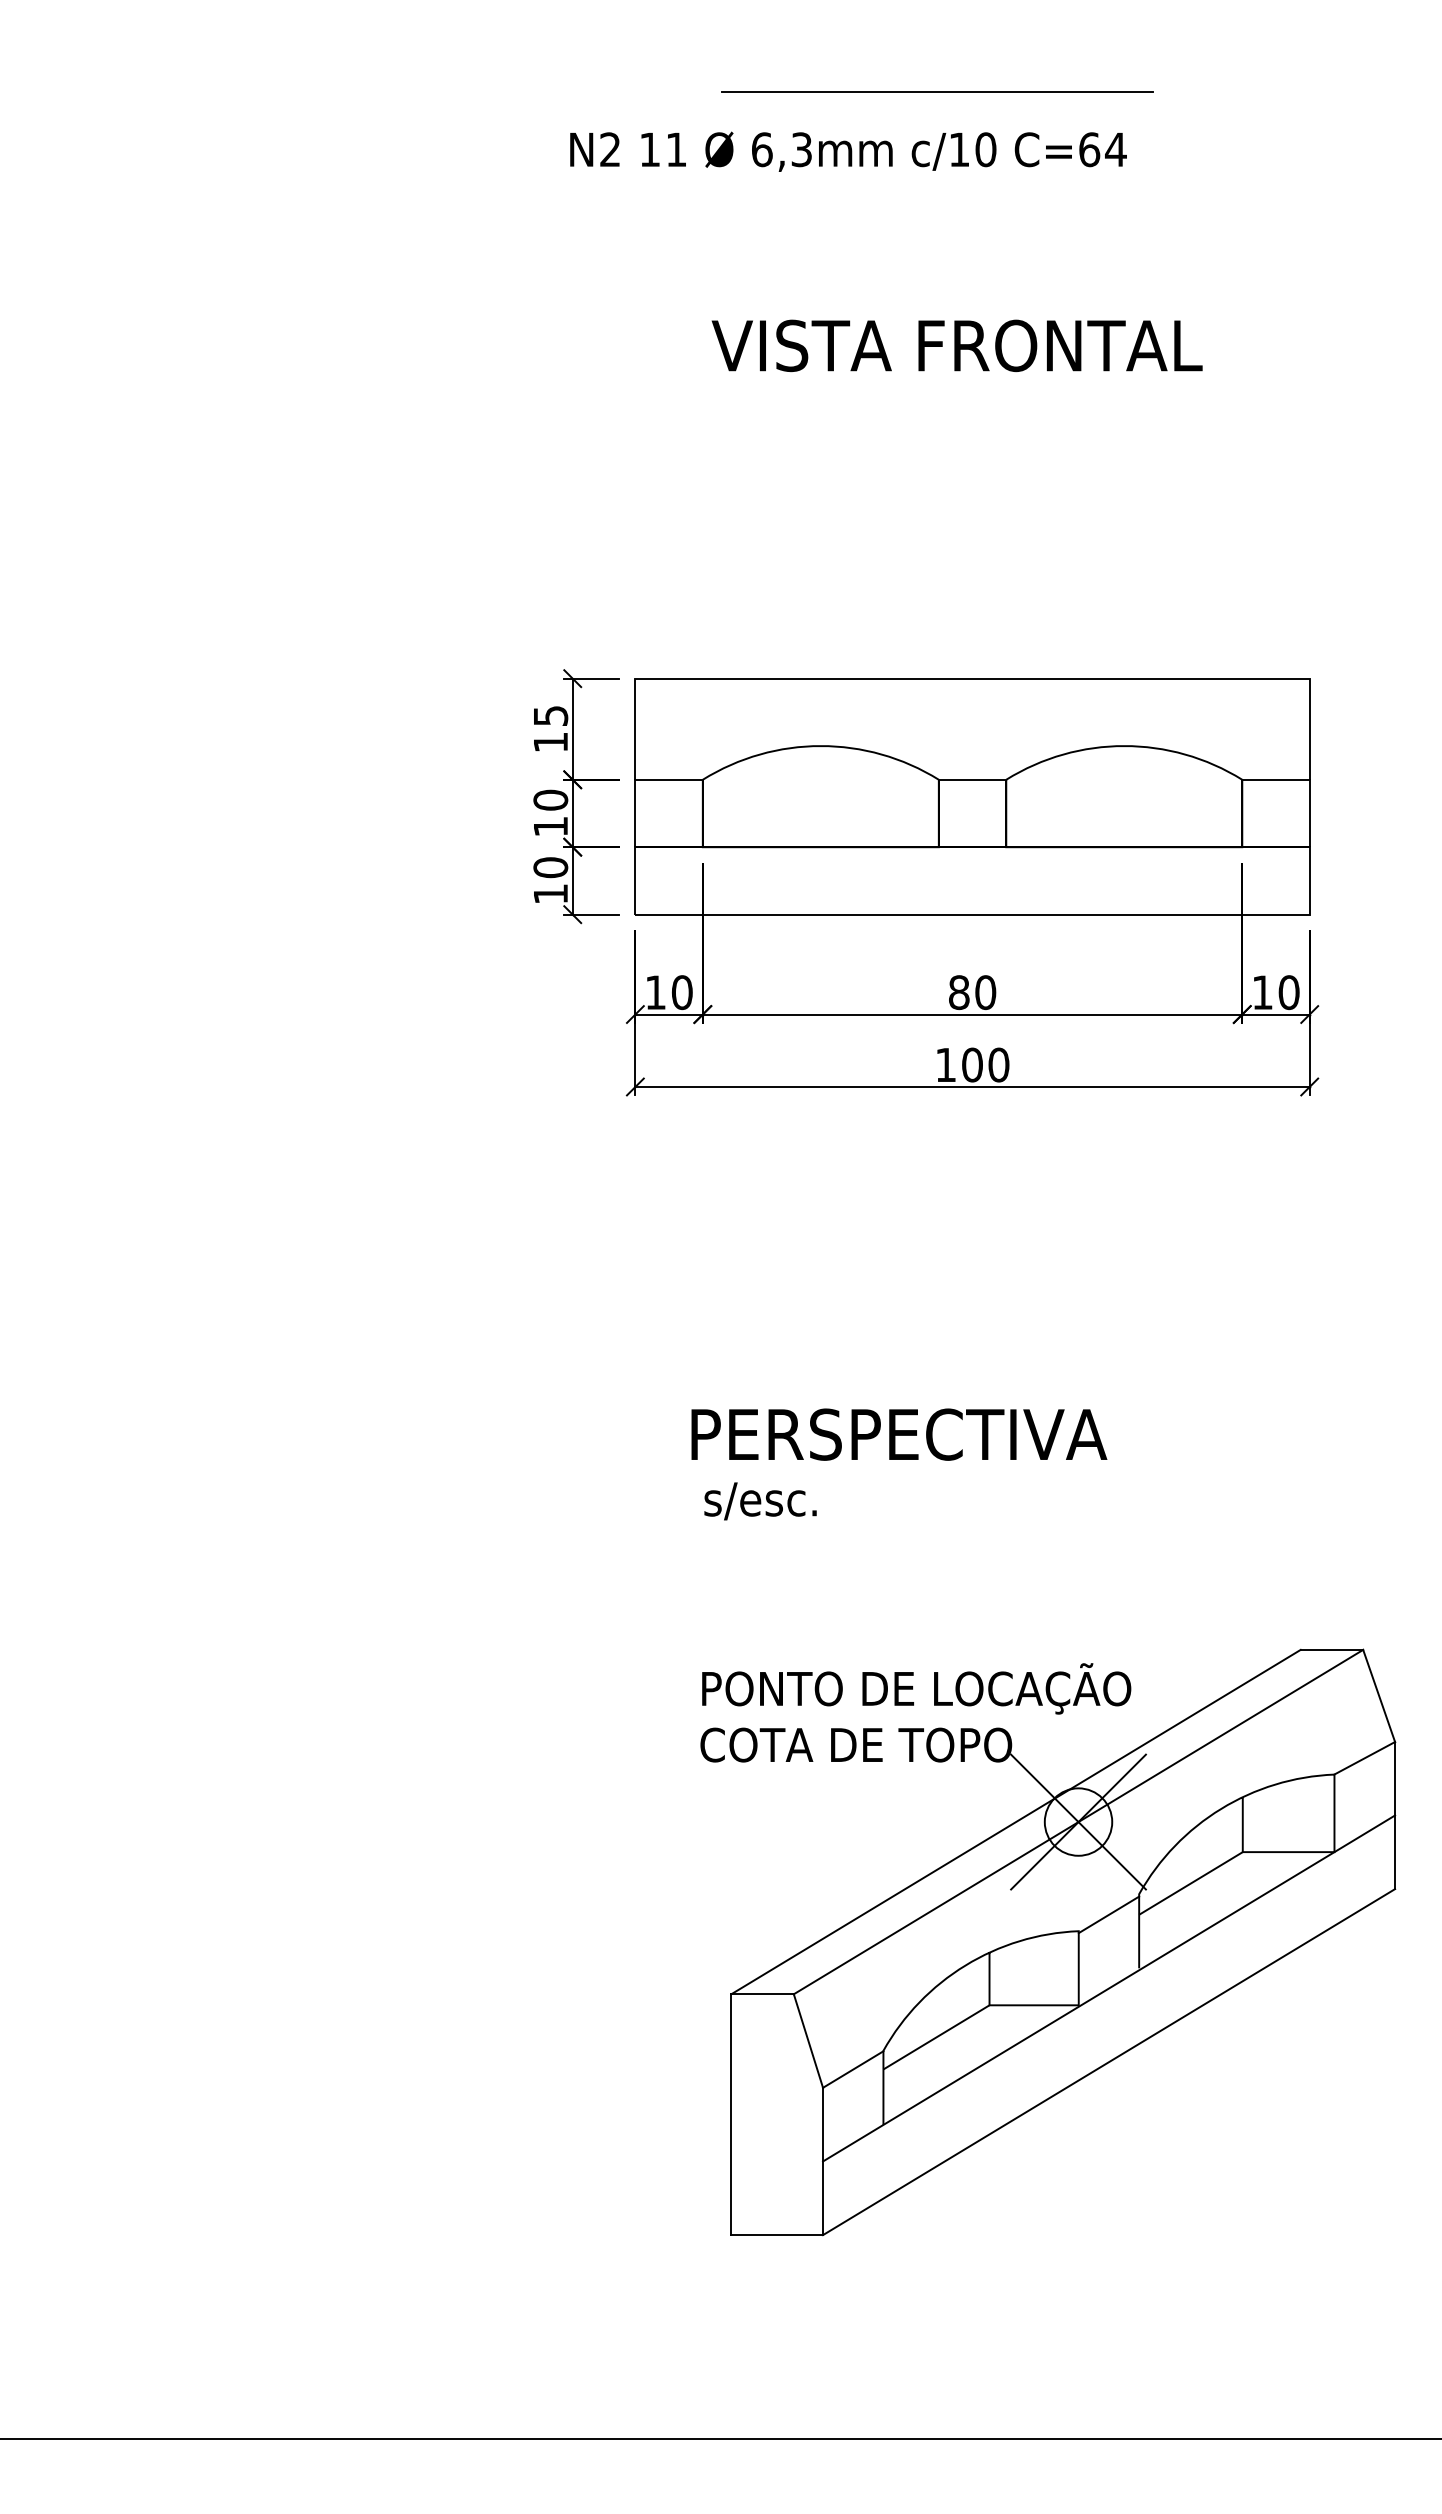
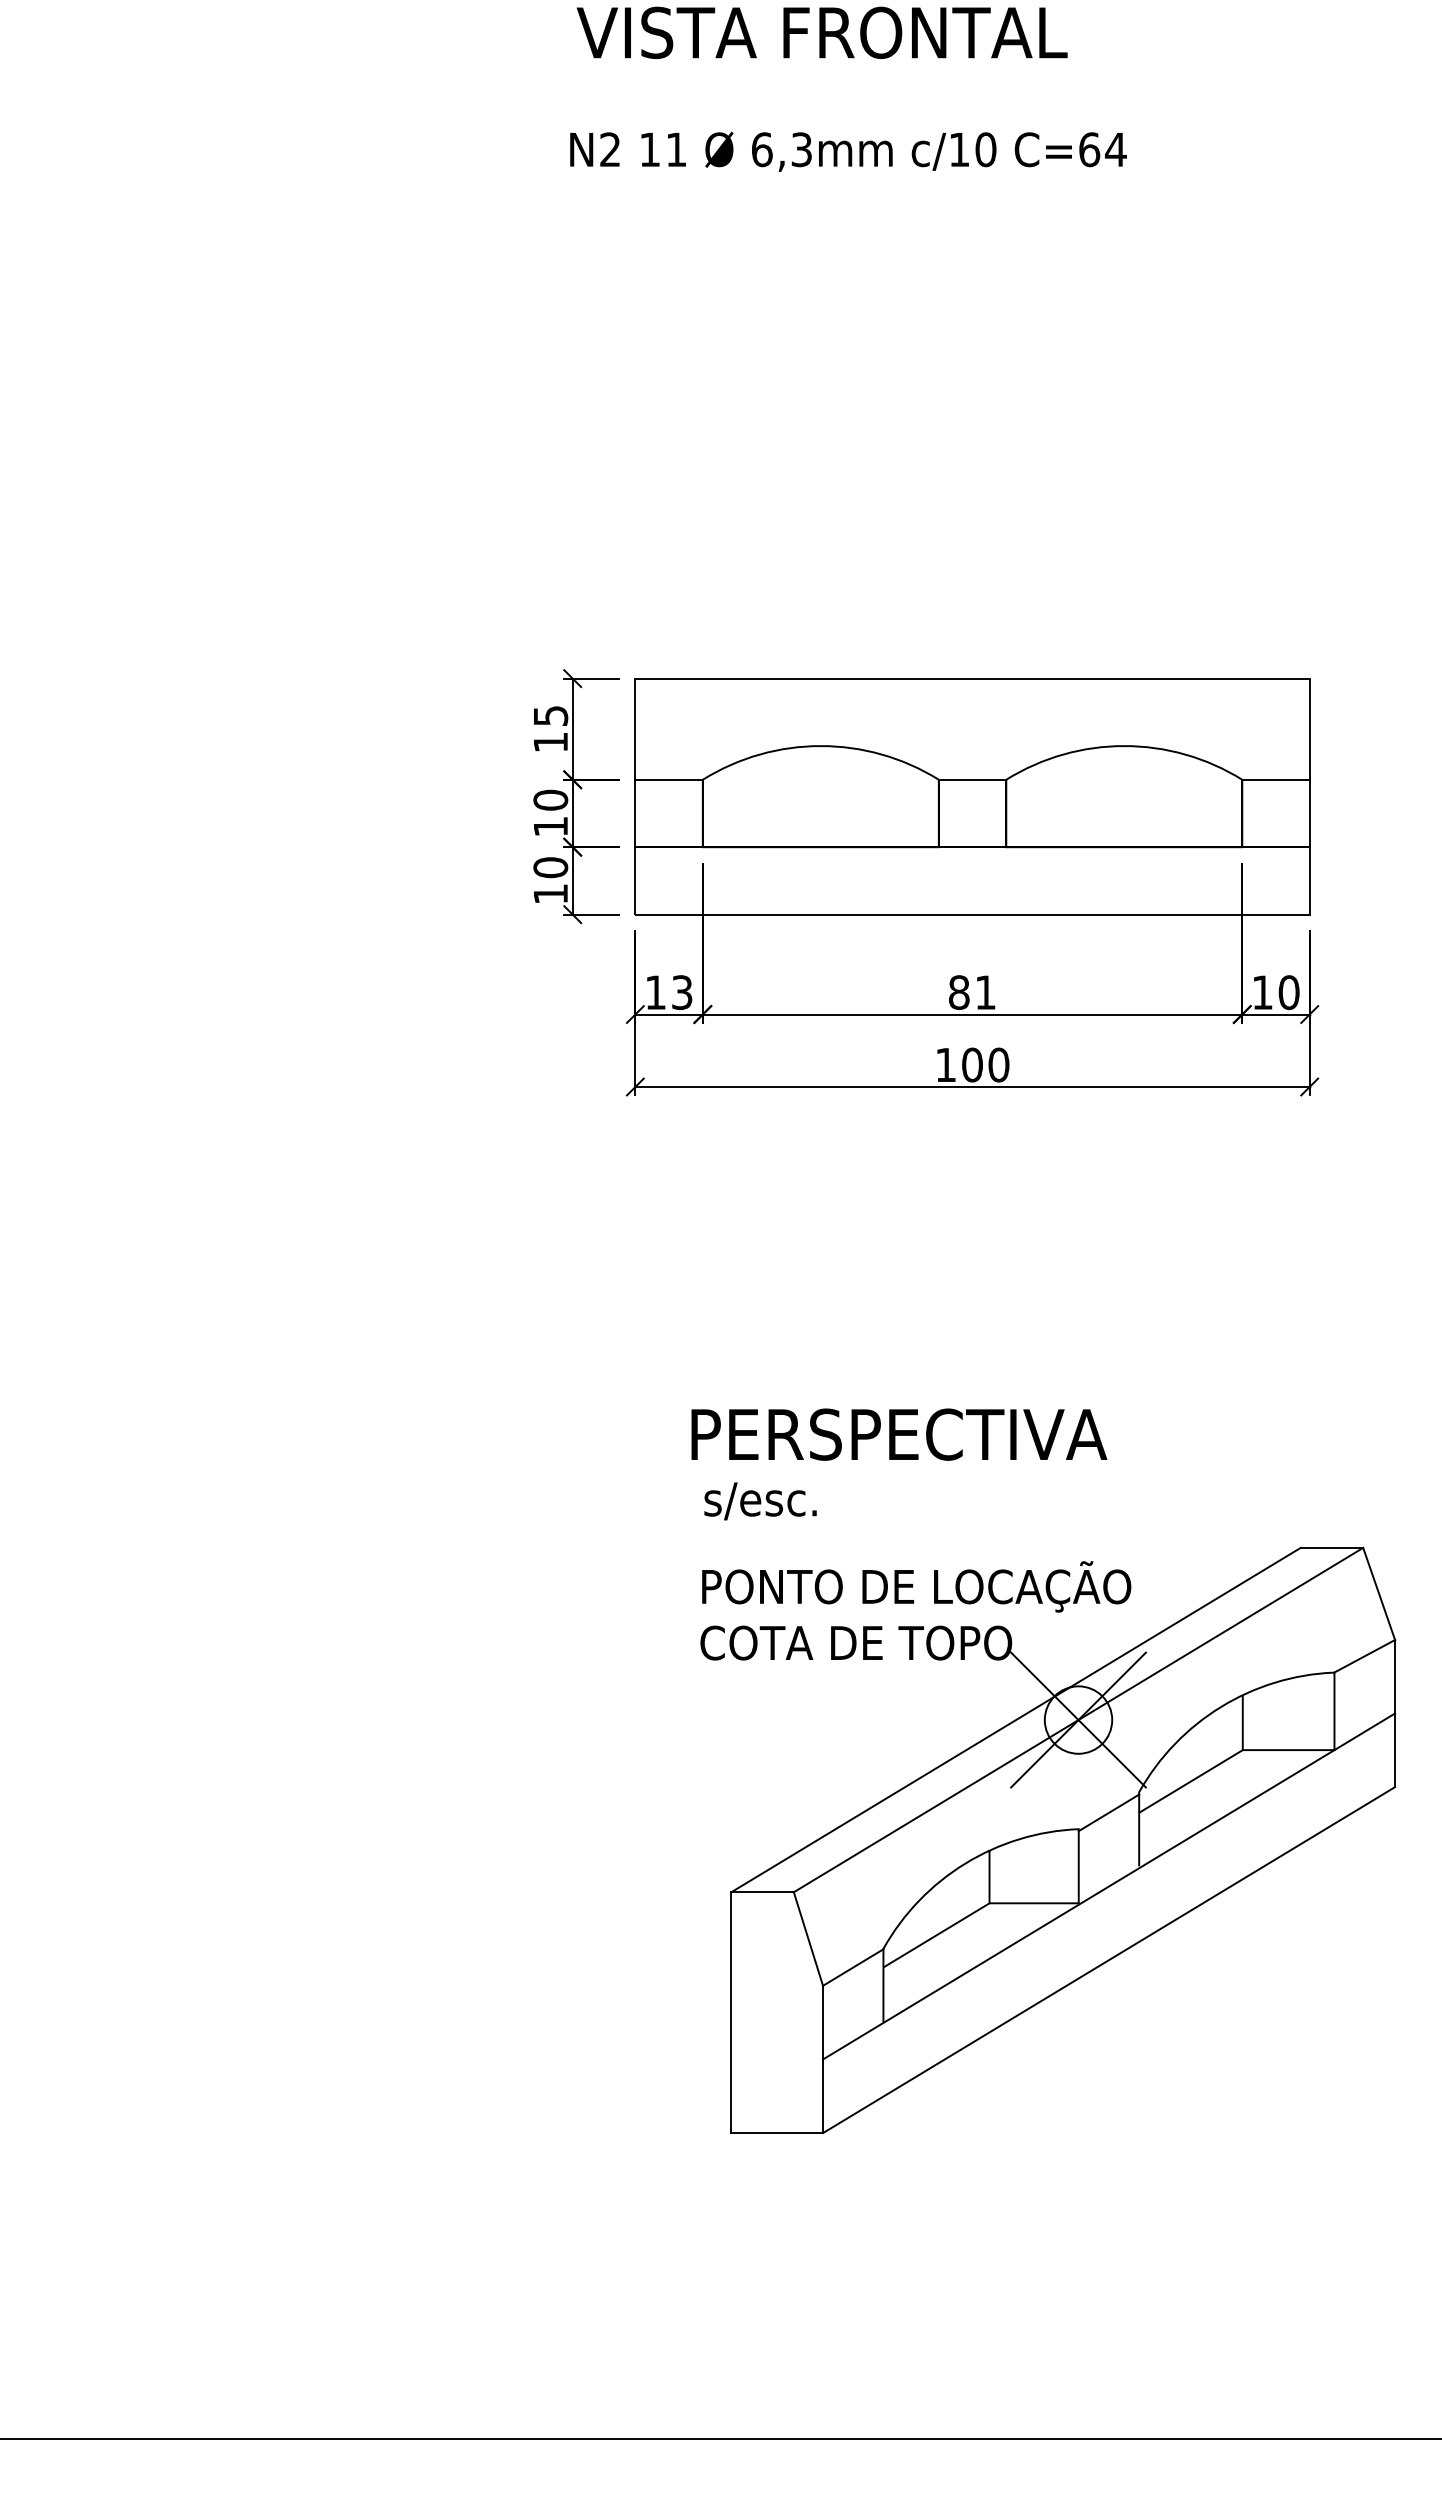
line at (937, 92): present -> none
text at (956, 345) position: (956, 345) -> (821, 32)
text at (681, 992): 10 -> 13
text at (985, 992): 80 -> 81
part at (1048, 1942) position: (1048, 1942) -> (1048, 1840)
